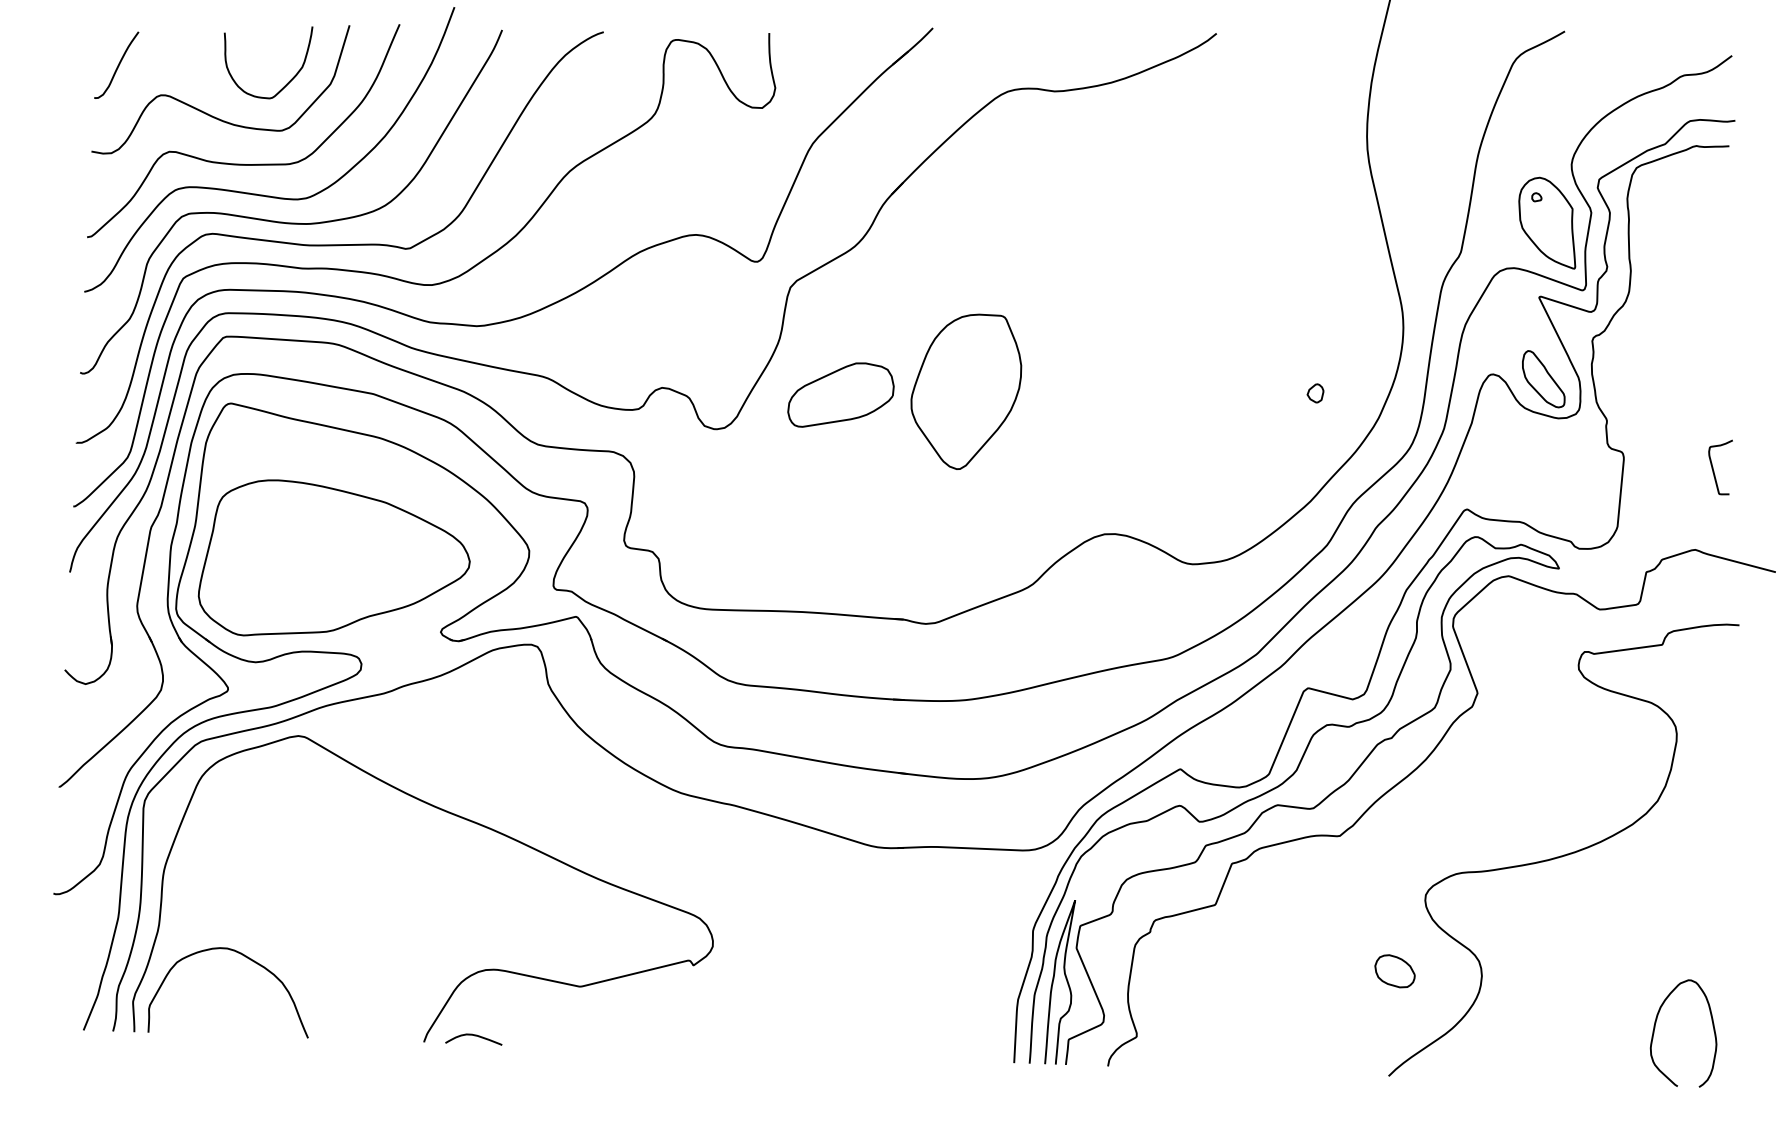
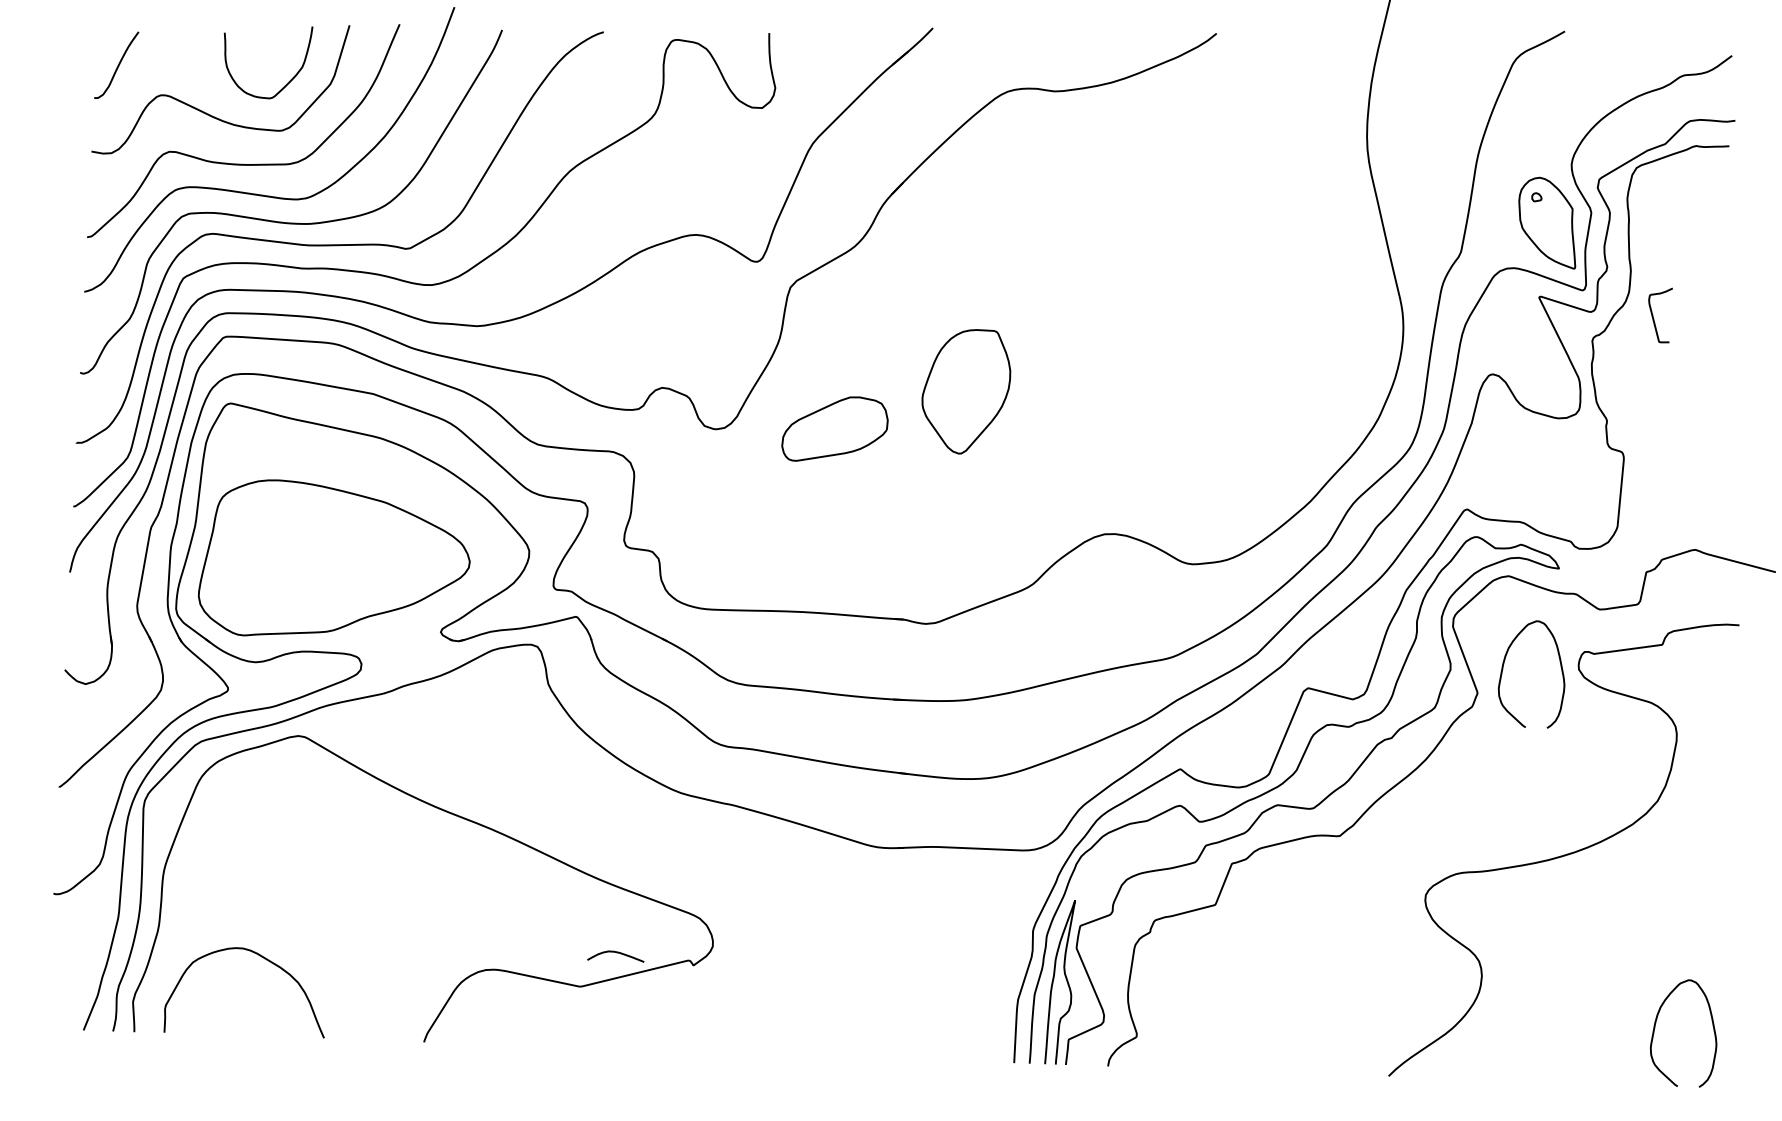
part at (1543, 379): present -> none
part at (966, 391) size: 113x157 px -> 91x126 px
part at (1315, 393): present -> none
part at (840, 394) position: (840, 394) -> (834, 428)
curve at (1714, 470) position: (1714, 470) -> (1654, 318)
curve at (1503, 669): none -> present
curve at (248, 959) position: (248, 959) -> (264, 959)
part at (1394, 971): present -> none
curve at (474, 1036) position: (474, 1036) -> (616, 953)
